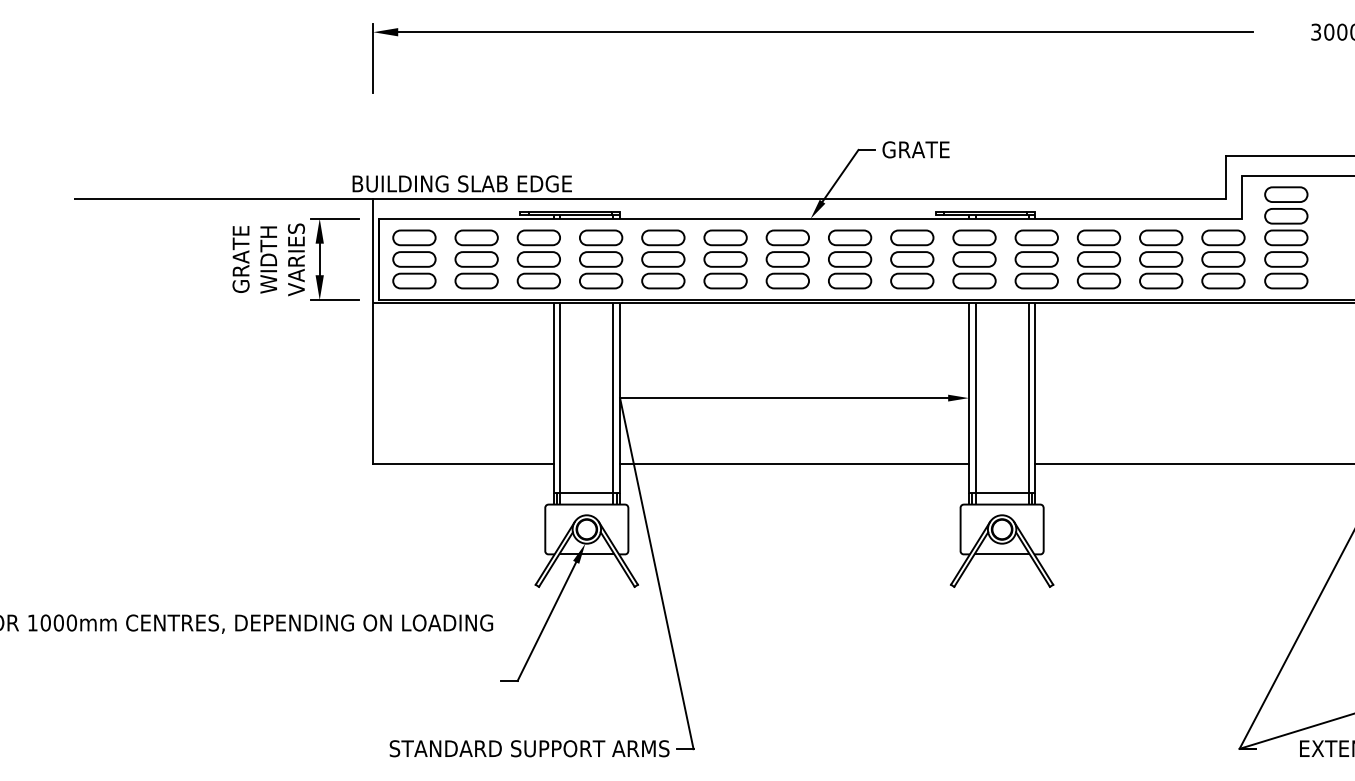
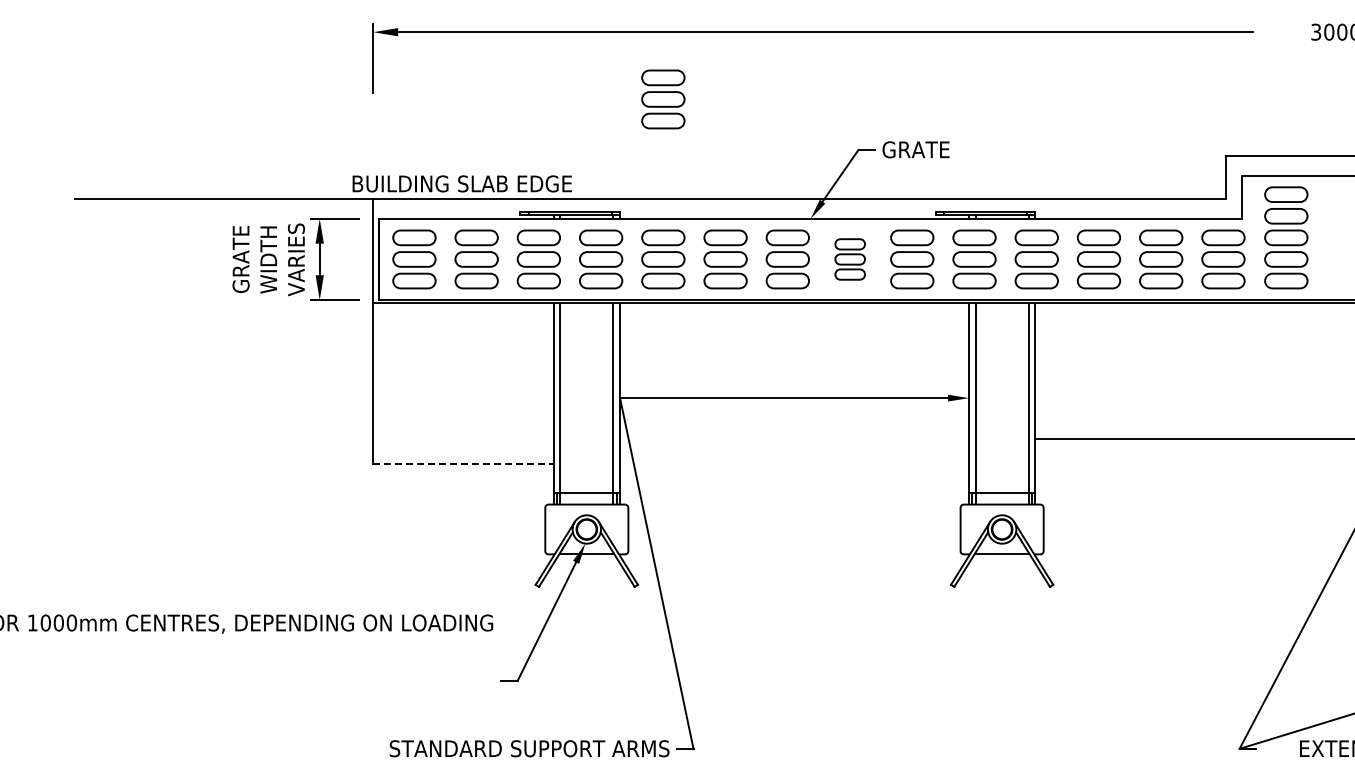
part at (663, 99): none -> present
part at (850, 259) size: 45x61 px -> 32x43 px
line at (463, 463): solid -> dashed
line at (794, 463): present -> none
line at (1193, 463) position: (1193, 463) -> (1193, 438)
